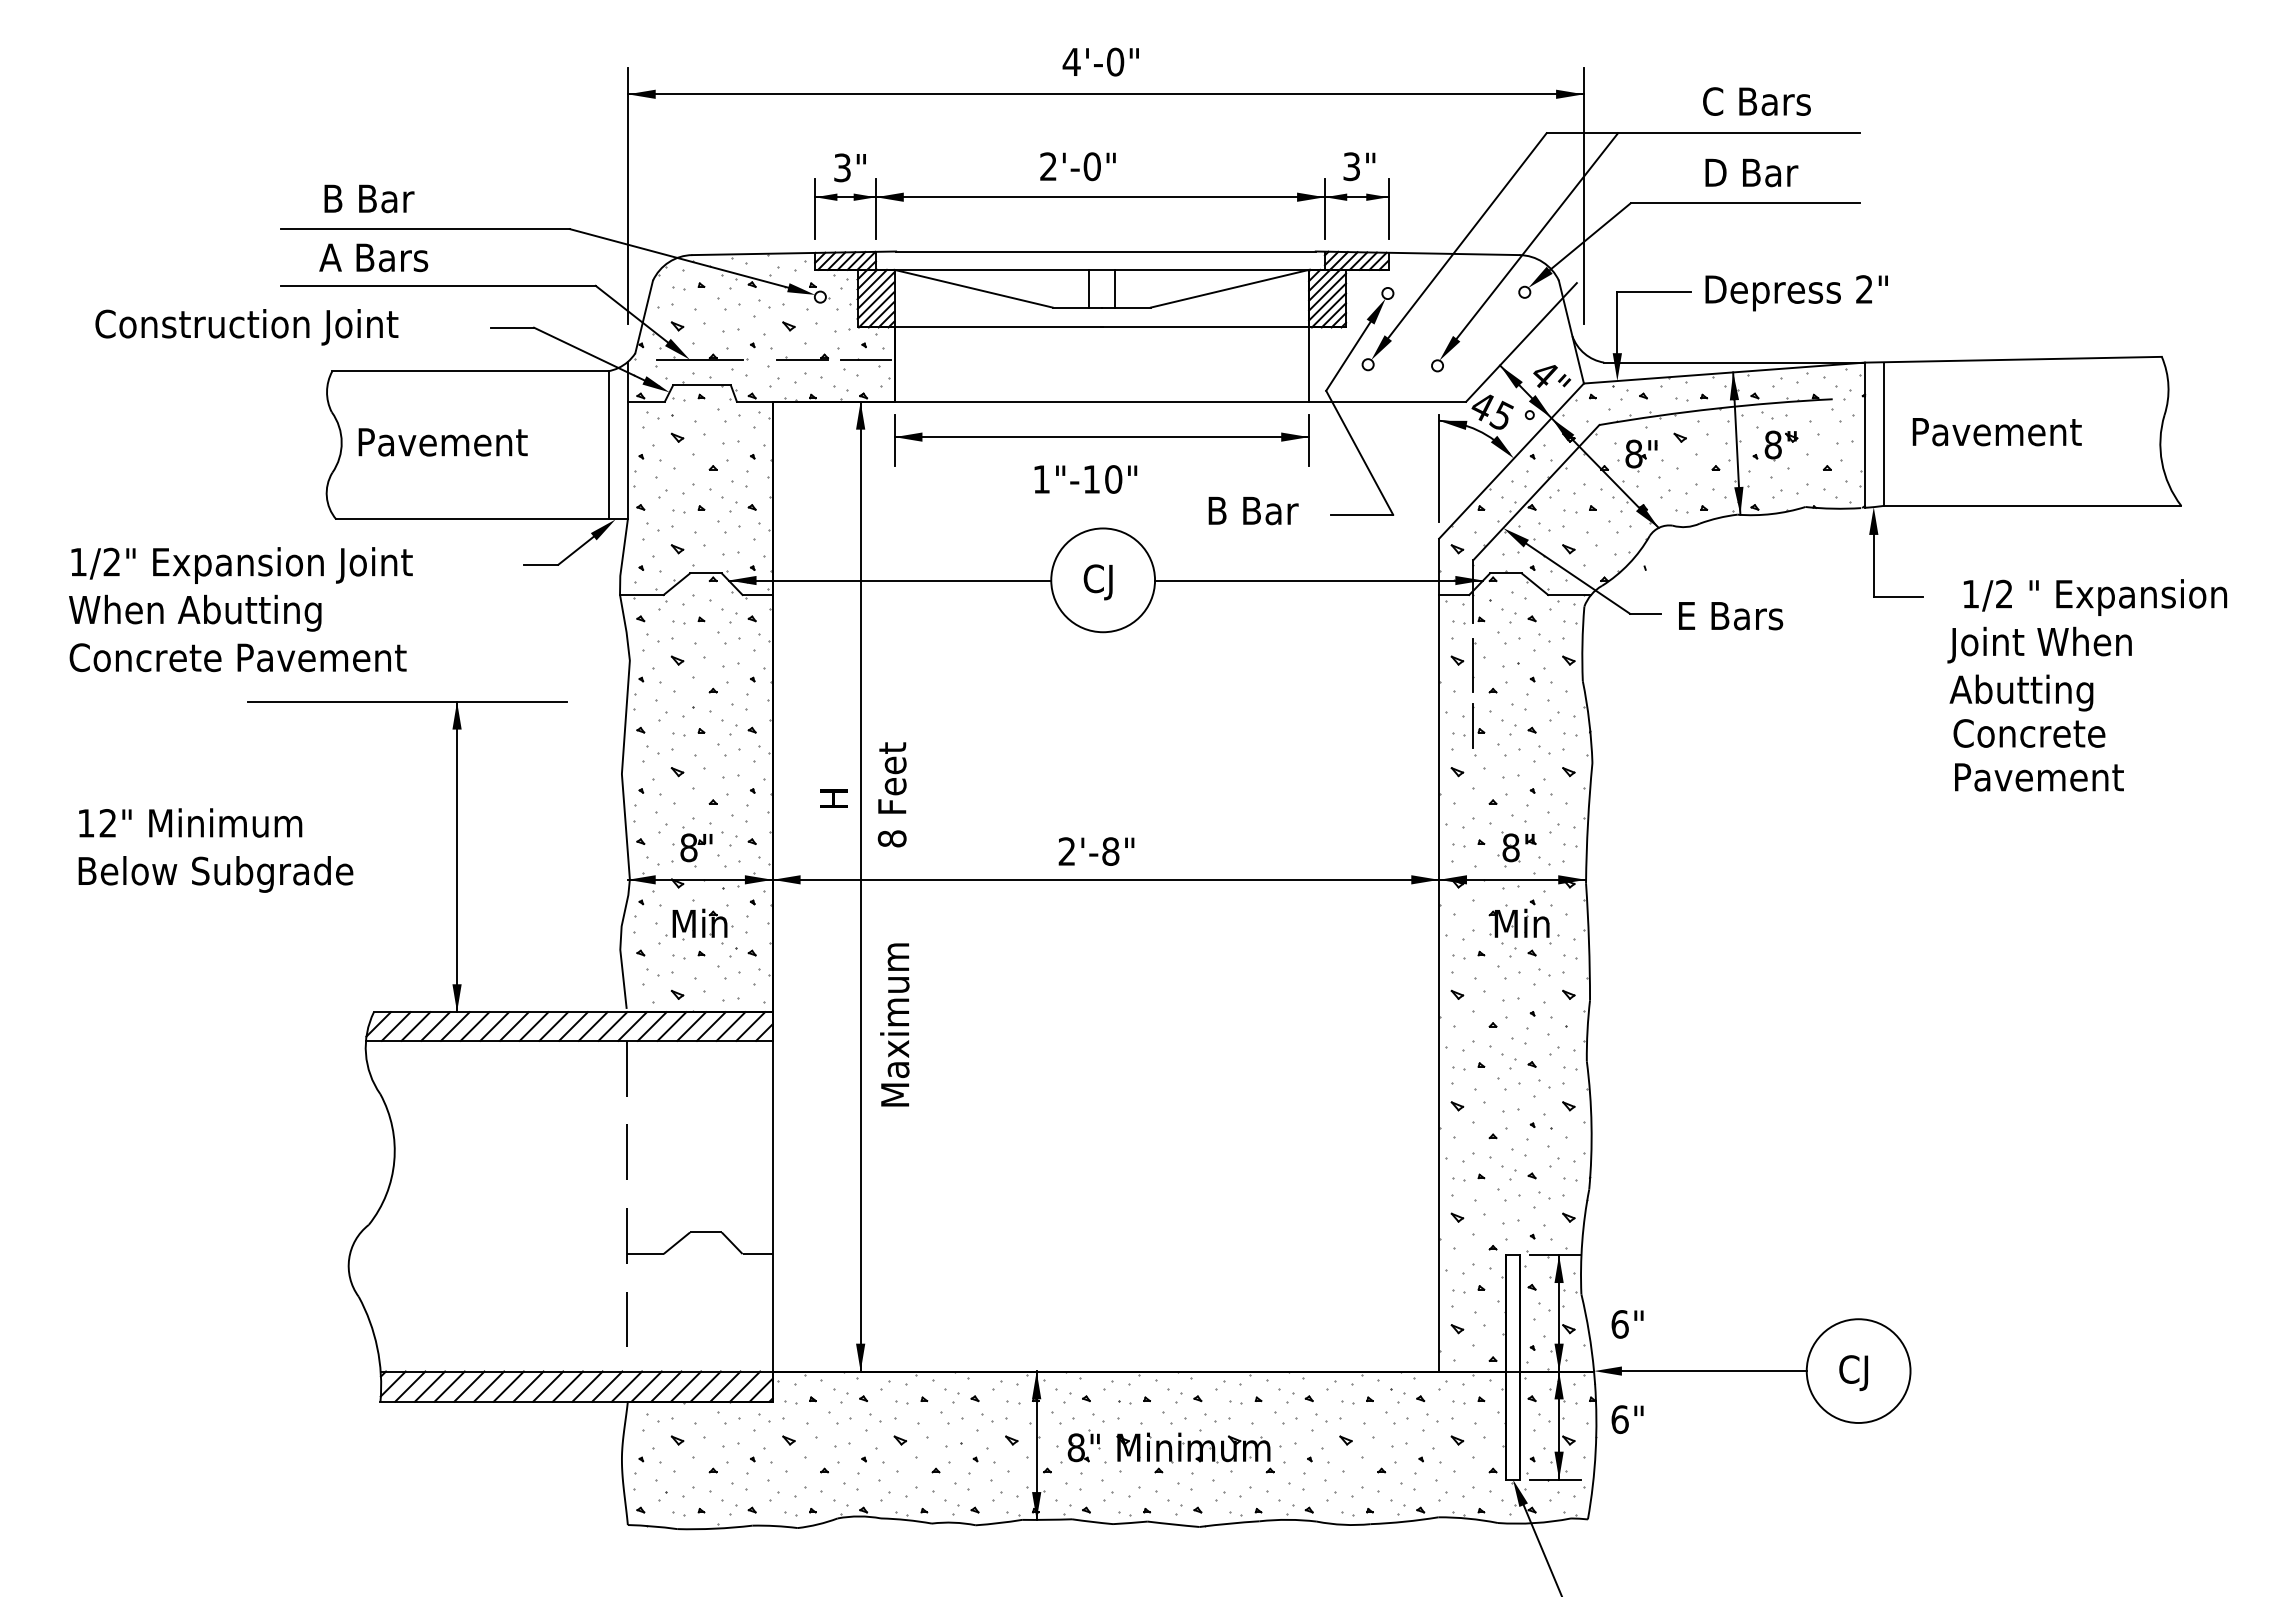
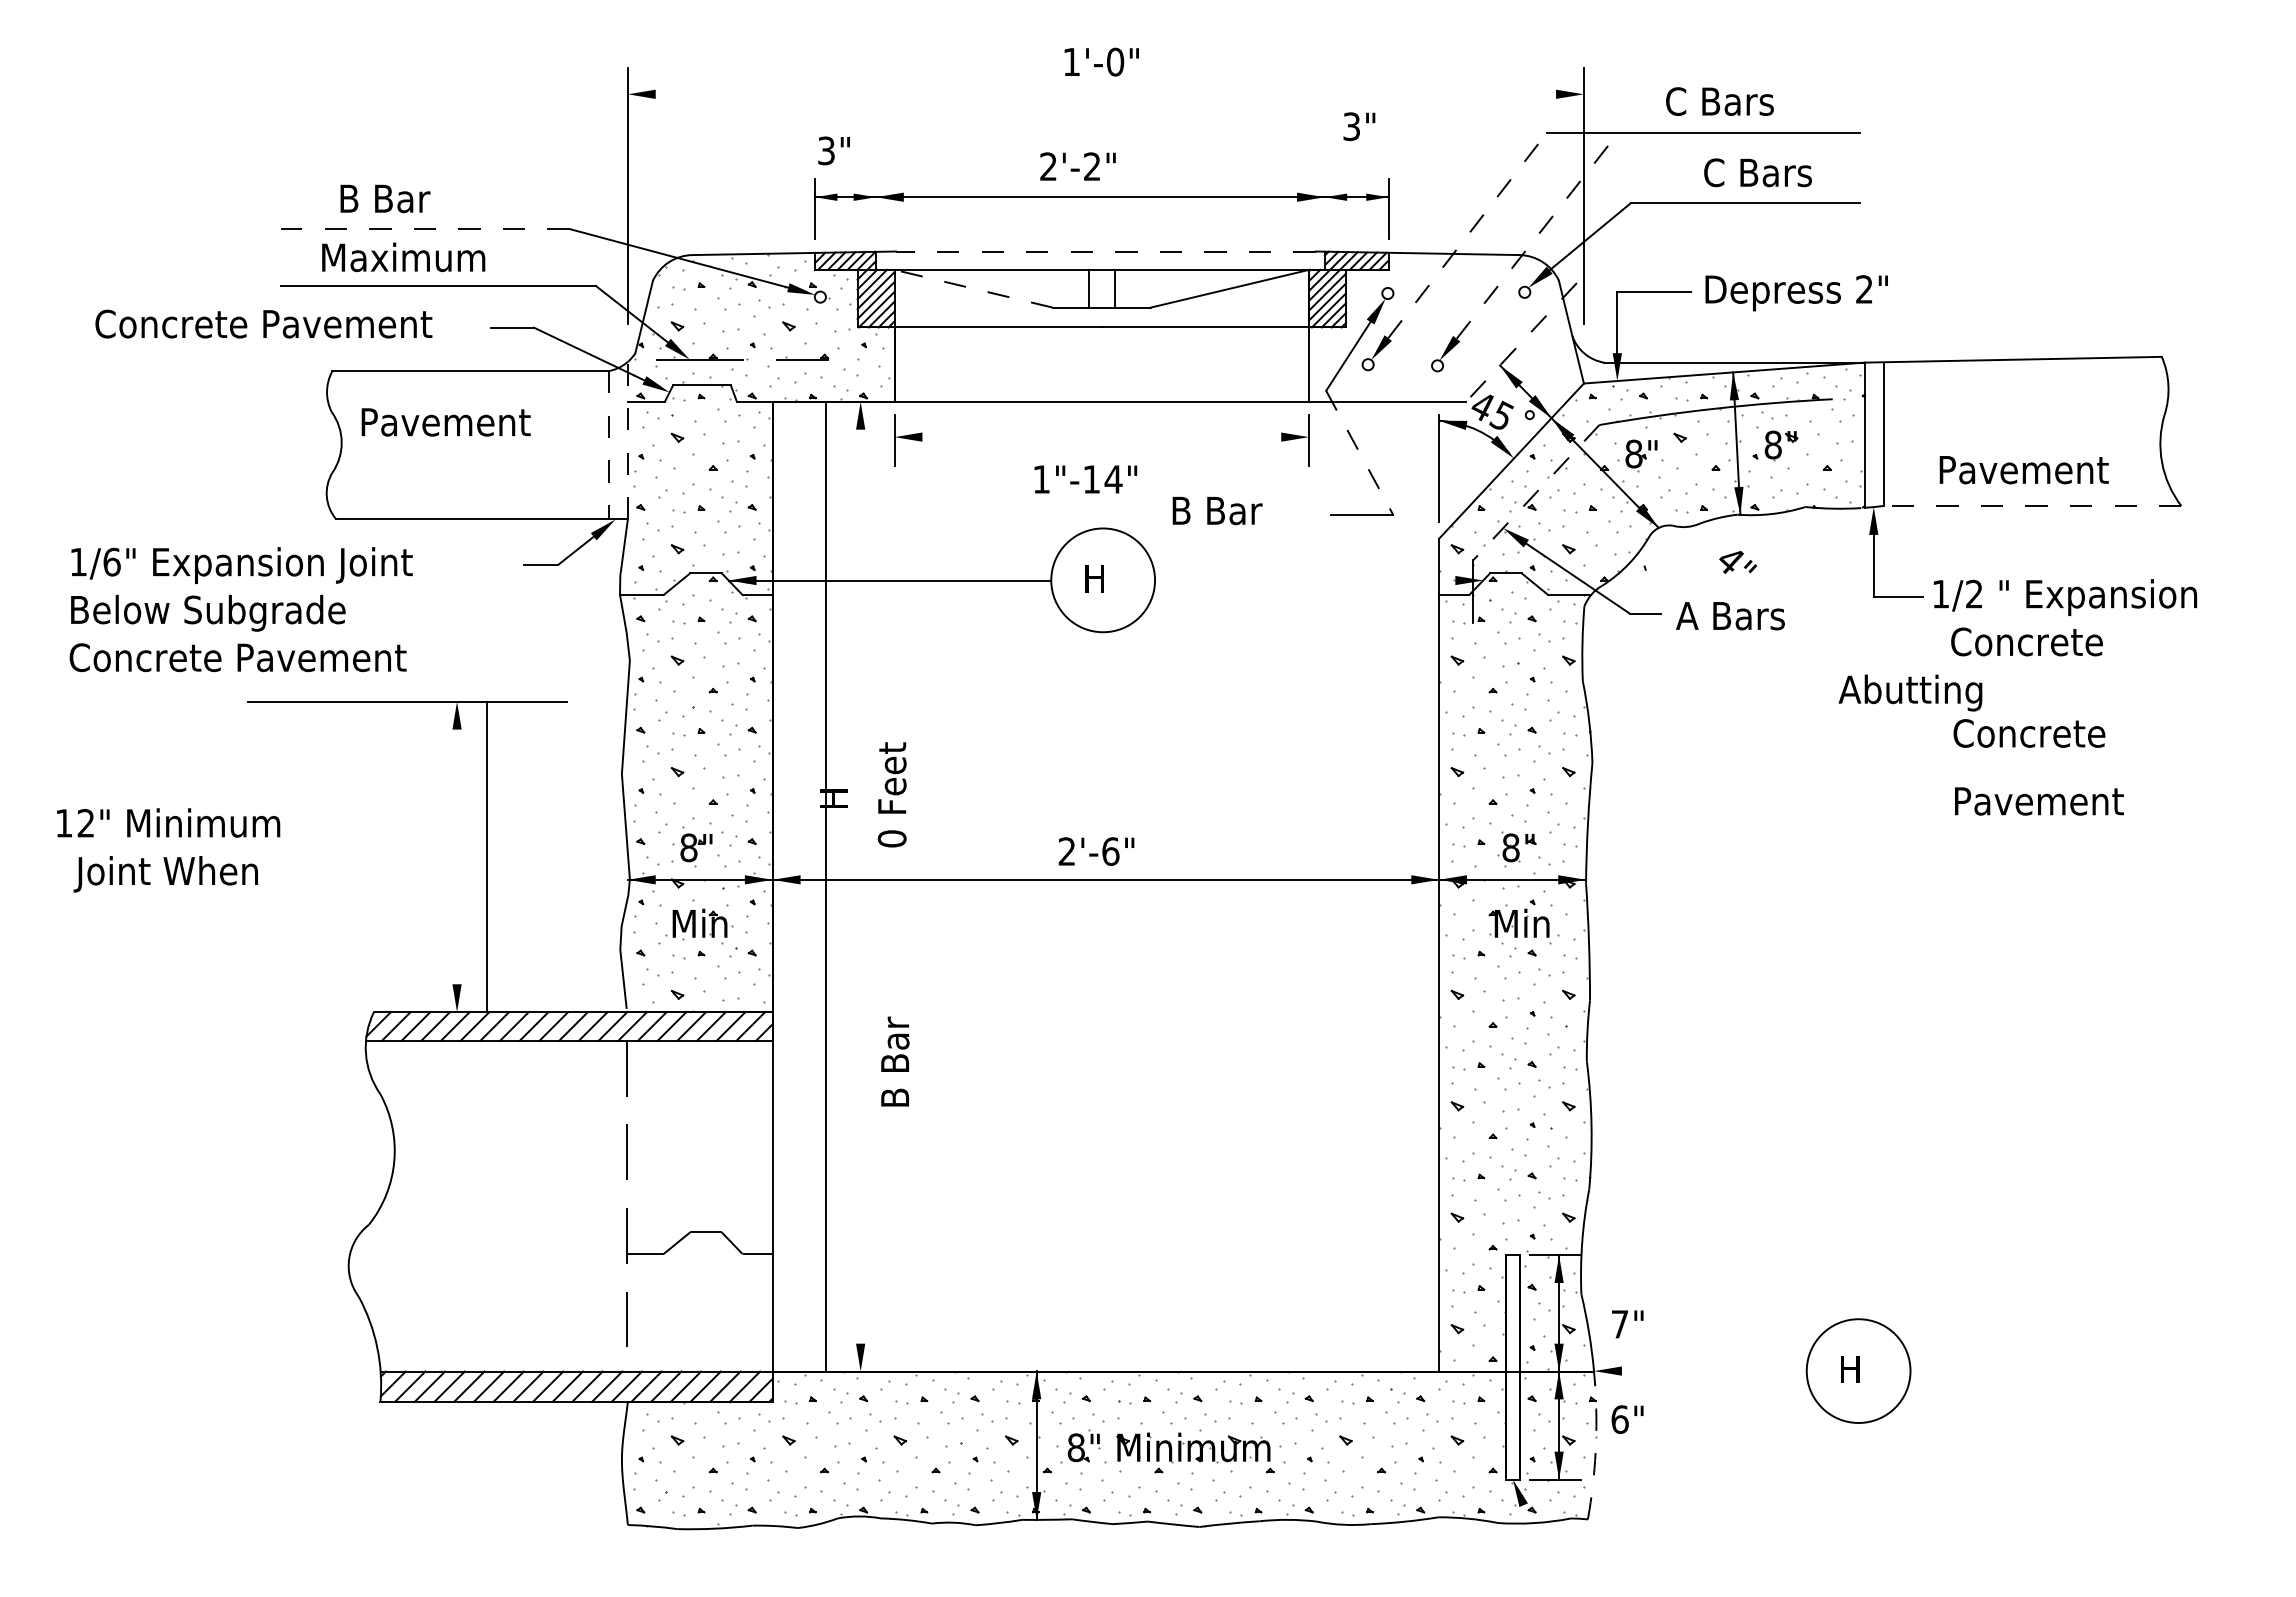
text at (1071, 61): 4'-0" -> 1'-0"
line at (1105, 94): present -> none
text at (1756, 101) position: (1756, 101) -> (1719, 101)
text at (1091, 166): 2'-0" -> 2'-2"
text at (1359, 166) position: (1359, 166) -> (1359, 126)
text at (849, 167) position: (849, 167) -> (833, 150)
text at (1757, 172): D Bar -> C Bars
text at (369, 198) position: (369, 198) -> (385, 198)
line at (875, 208): present -> none
line at (1324, 208): present -> none
line at (425, 229): solid -> dashed
line at (1467, 235): solid -> dashed
line at (1537, 235): solid -> dashed
line at (1105, 251): solid -> dashed
text at (402, 257): A Bars -> Maximum
line at (973, 288): solid -> dashed
text at (297, 327): Construction Joint -> Concrete Pavement
line at (1521, 342): solid -> dashed
line at (865, 359): present -> none
text at (1552, 376) position: (1552, 376) -> (1738, 562)
text at (1996, 432) position: (1996, 432) -> (2023, 470)
line at (1101, 437): present -> none
line at (627, 440): solid -> dashed
text at (442, 442) position: (442, 442) -> (445, 422)
line at (608, 445): solid -> dashed
line at (1359, 453): solid -> dashed
text at (1113, 479): 1"-10" -> 1"-14"
line at (1536, 492): solid -> dashed
line at (2032, 505): solid -> dashed
text at (1253, 511) position: (1253, 511) -> (1217, 511)
text at (111, 561): 1/2" -> 1/6"
line at (1319, 580): present -> none
text at (1097, 582): CJ -> H
text at (2095, 597) position: (2095, 597) -> (2065, 597)
text at (207, 612): When Abutting -> Below Subgrade
text at (1730, 616): E Bars -> A Bars
text at (2039, 644): Joint When -> Concrete
line at (1472, 664): present -> none
text at (2021, 692) position: (2021, 692) -> (1910, 692)
line at (1472, 725): present -> none
text at (2039, 777) position: (2039, 777) -> (2039, 801)
text at (190, 822) position: (190, 822) -> (168, 822)
text at (892, 838): 8 -> 0
text at (1110, 851): 2'-8" -> 2'-6"
line at (457, 856) position: (457, 856) -> (487, 856)
text at (213, 874): Below Subgrade -> Joint When
line at (860, 886) position: (860, 886) -> (825, 886)
text at (894, 1023): Maximum -> B Bar
text at (1619, 1324): 6" -> 7"
line at (1713, 1371): present -> none
text at (1853, 1373): CJ -> H
arc at (1595, 1451): solid -> dashed
line at (1541, 1549): present -> none
